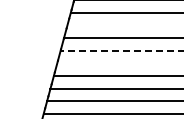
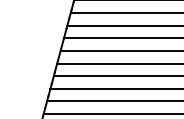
line at (123, 25): none -> present
line at (121, 50): dashed -> solid
line at (118, 63): none -> present
